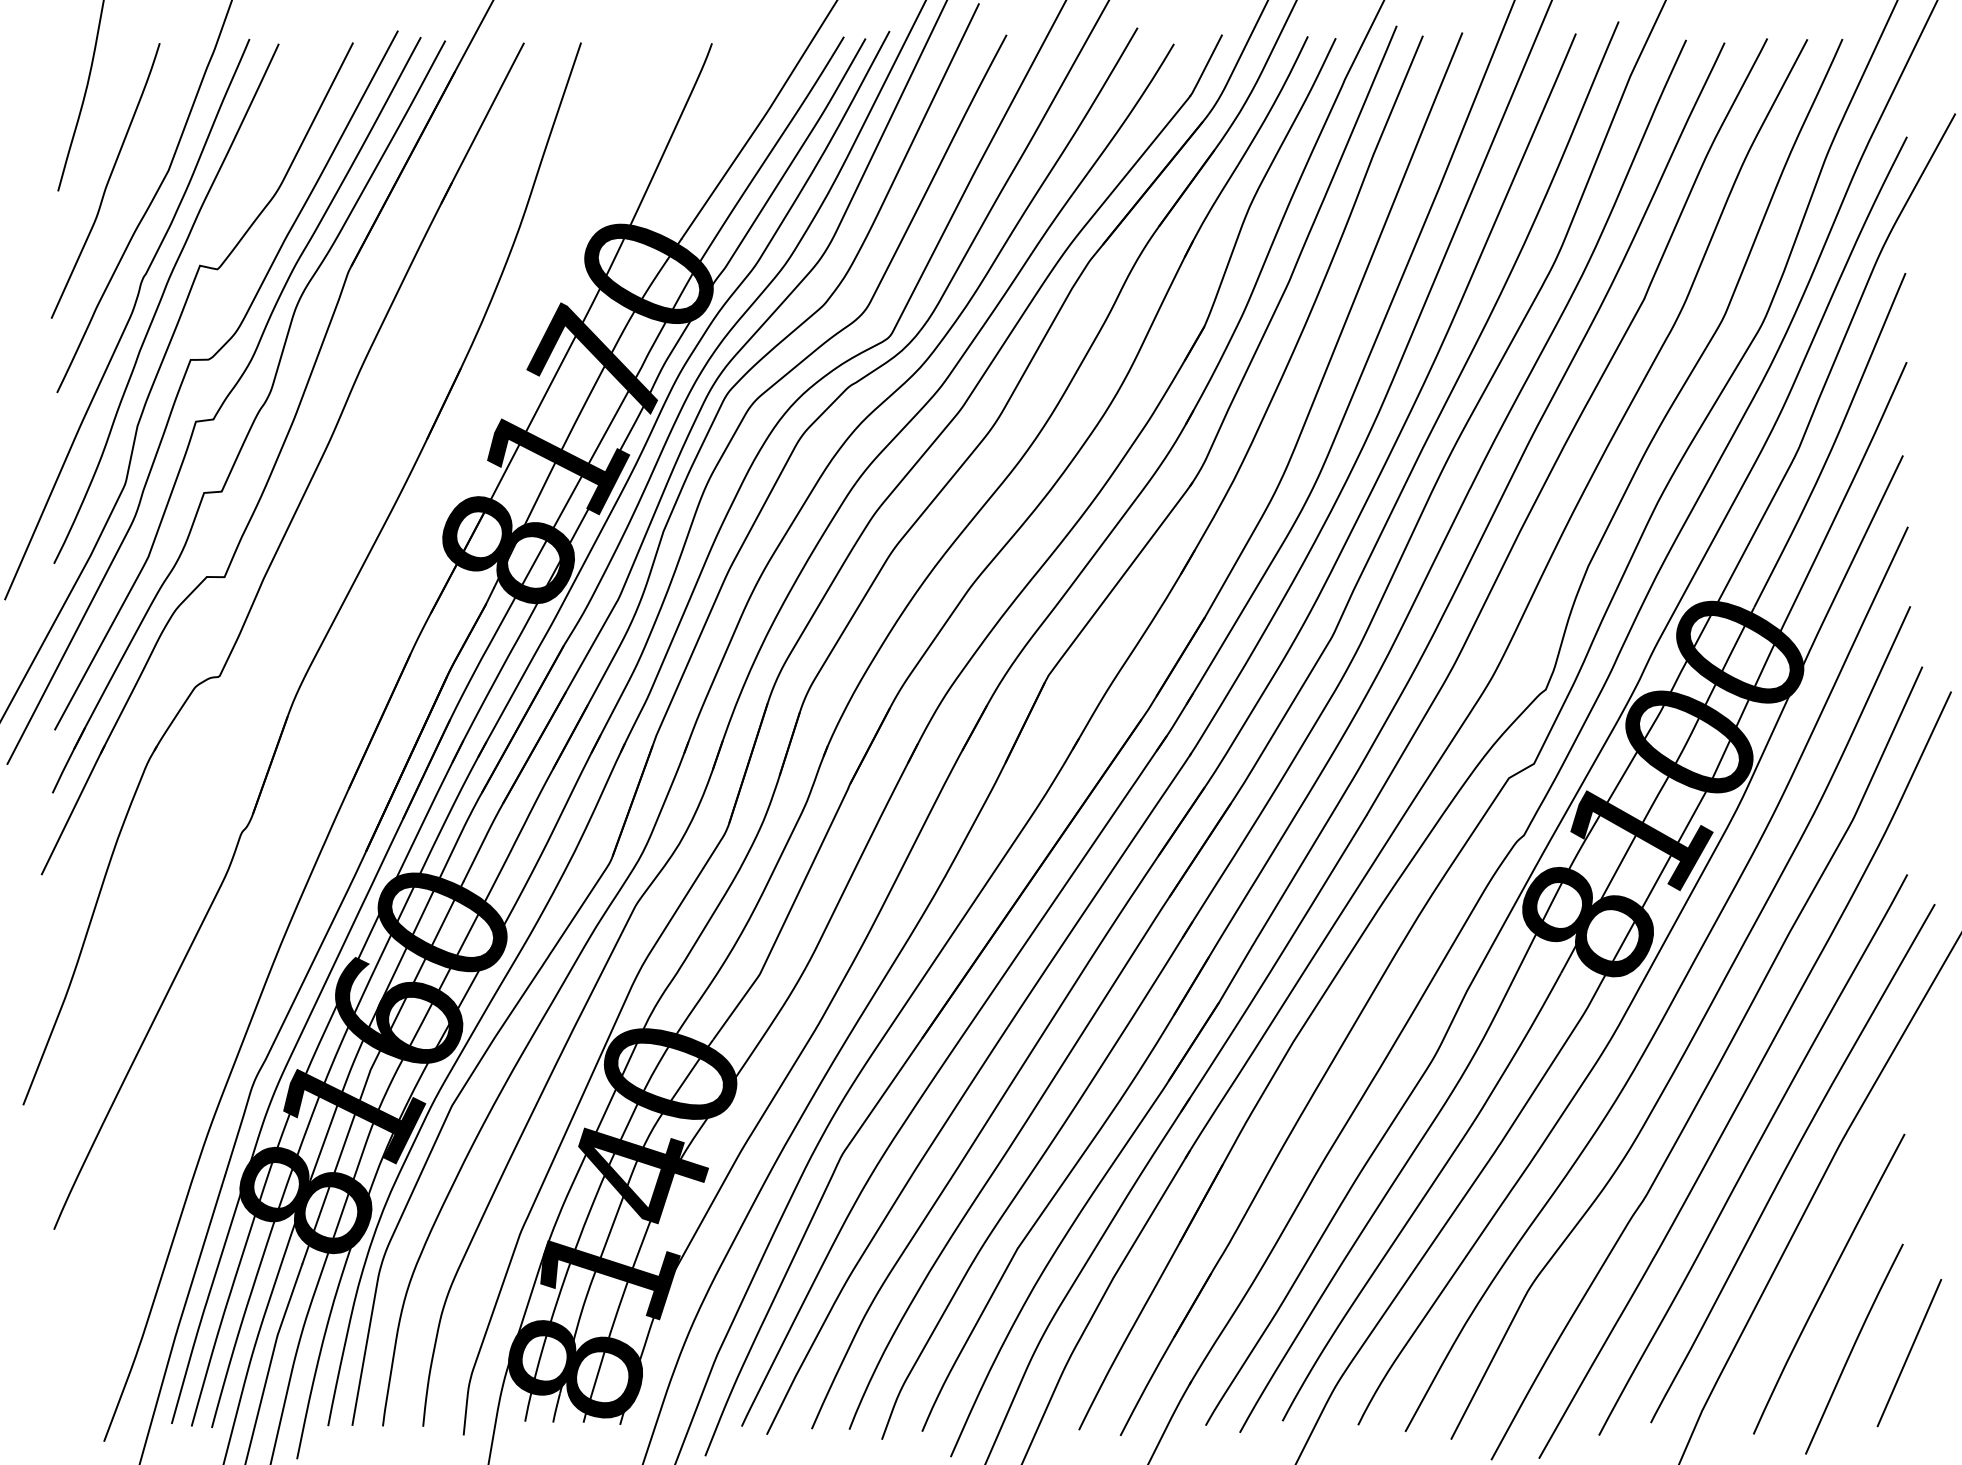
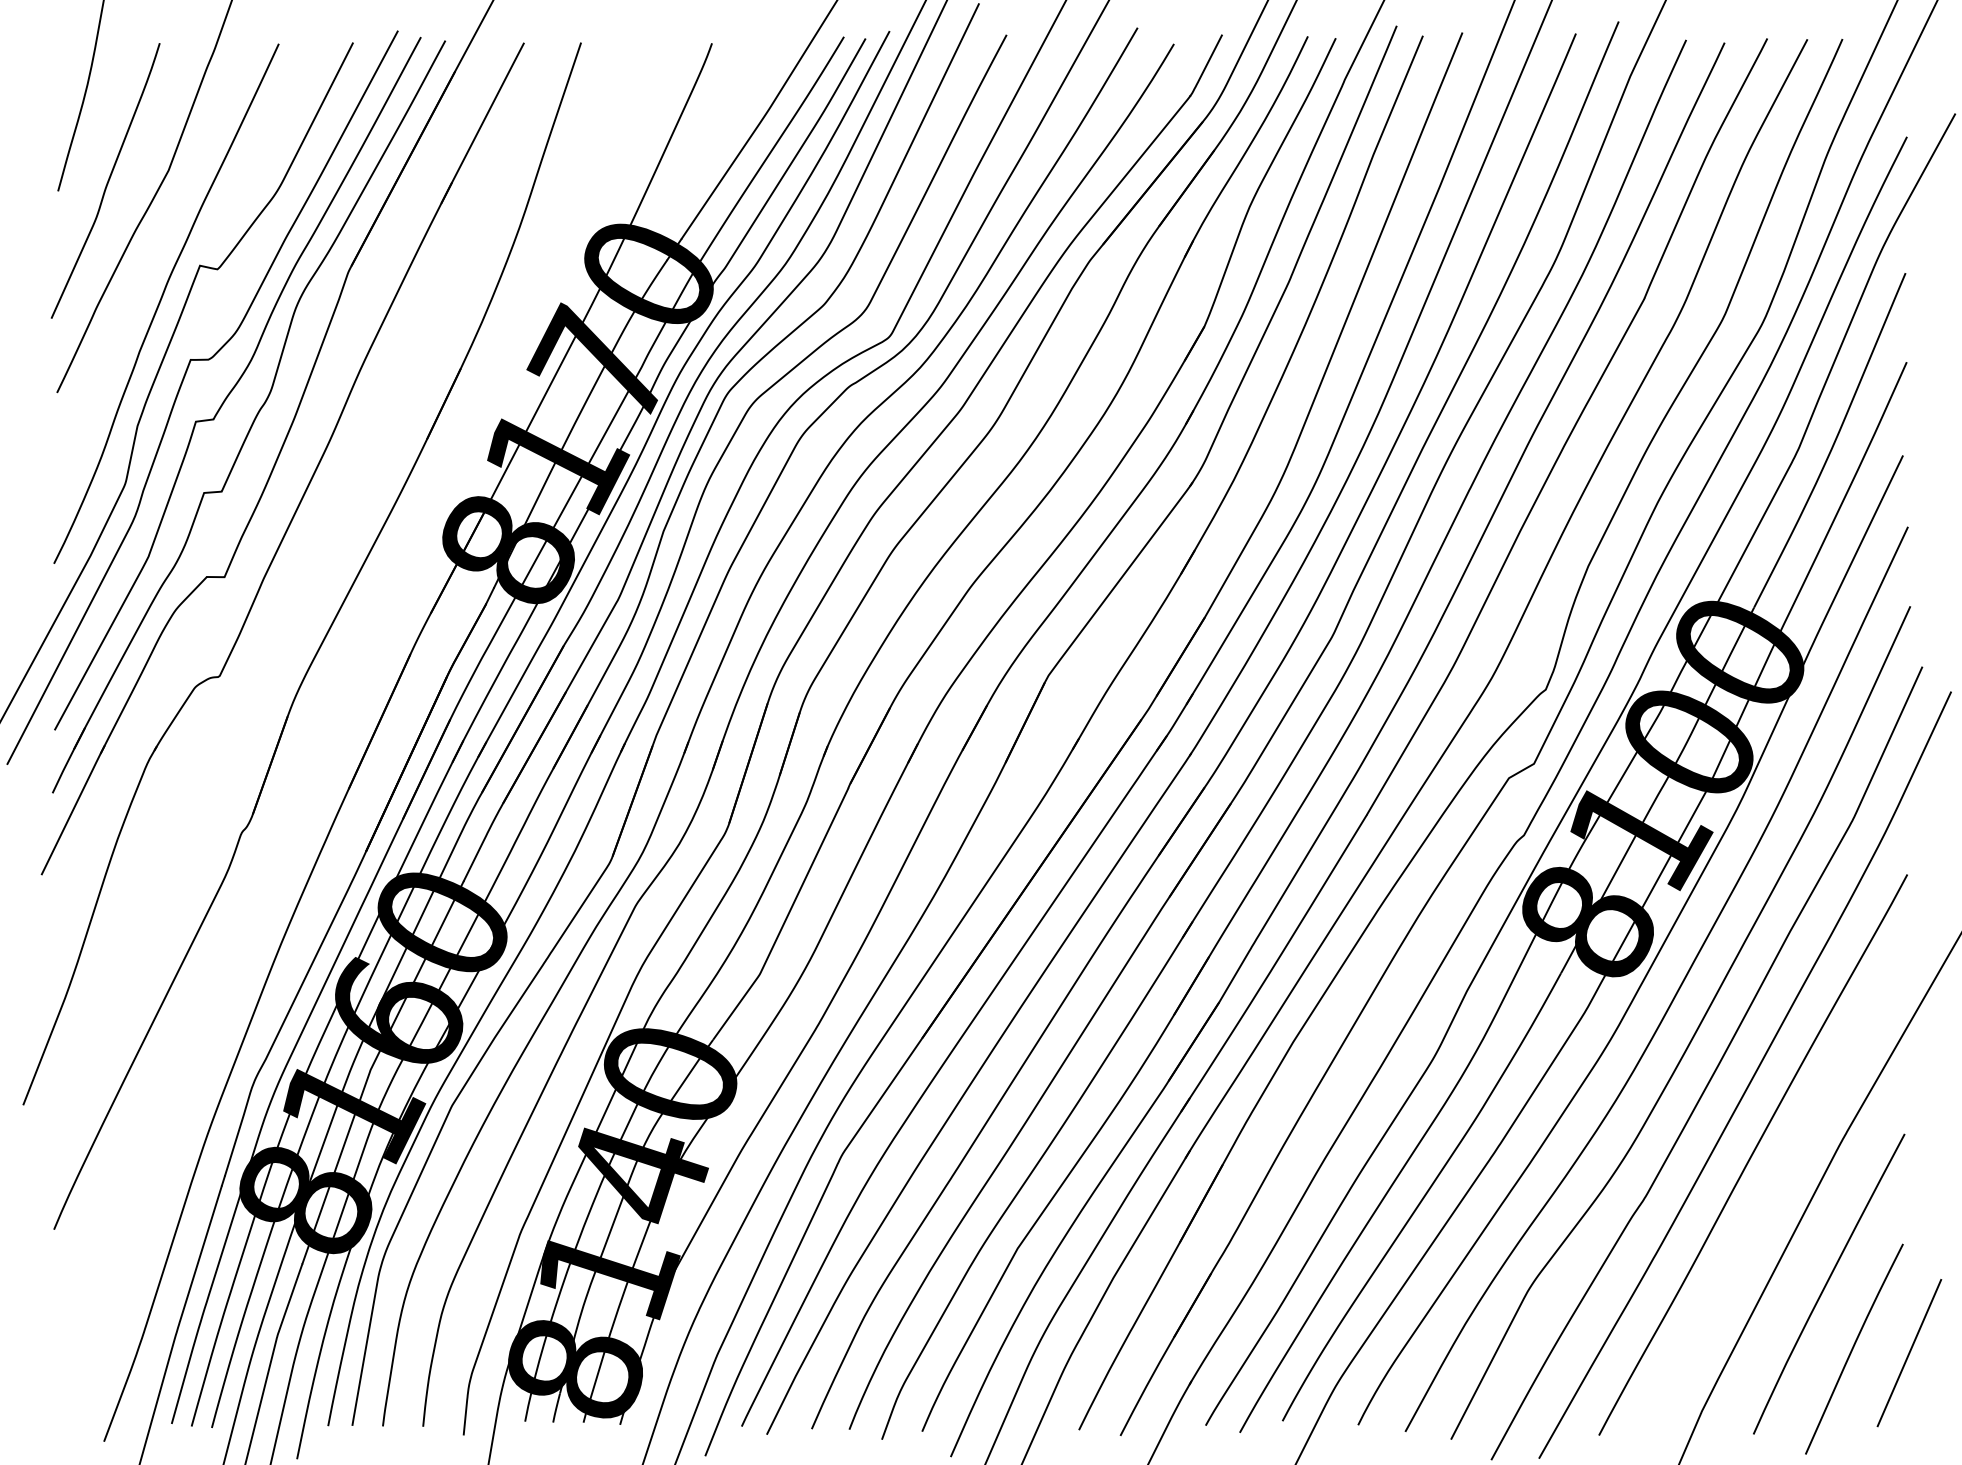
curve at (128, 319): present -> none
curve at (1790, 1162): present -> none
